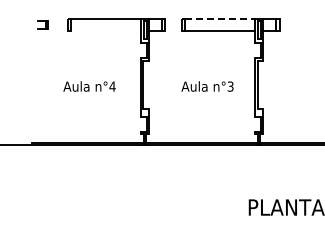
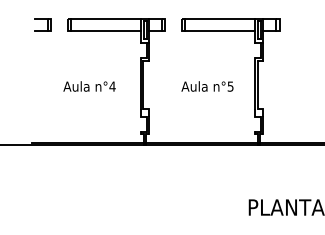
line at (220, 19): dashed -> solid
part at (42, 24) size: 12x10 px -> 18x14 px
line at (105, 31): none -> present
text at (230, 85): n°3 -> n°5
